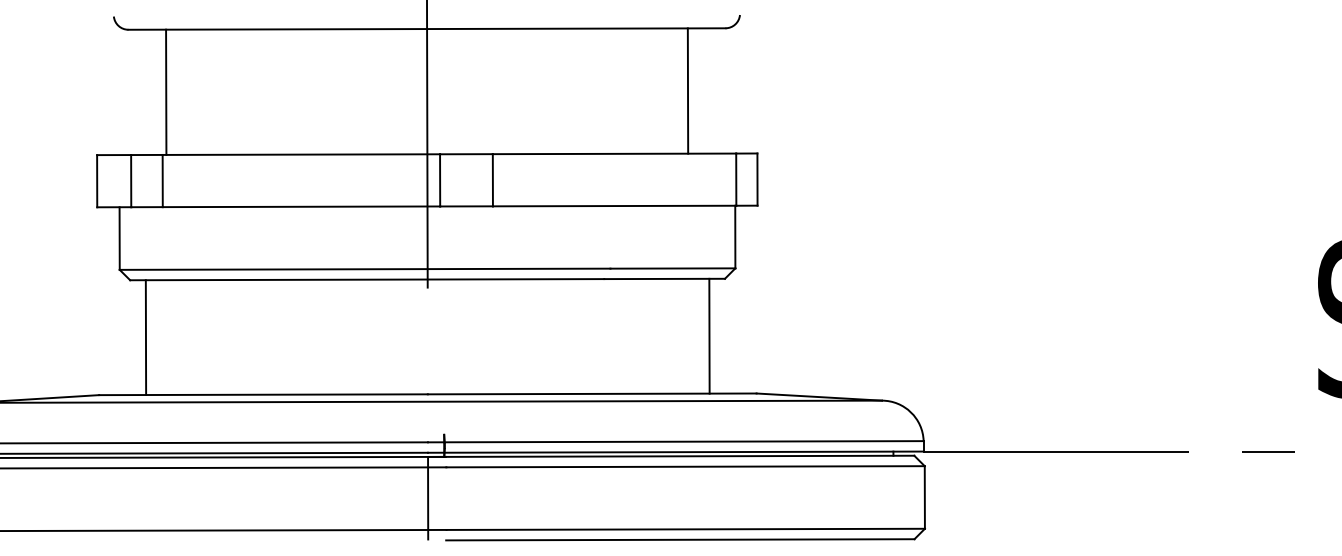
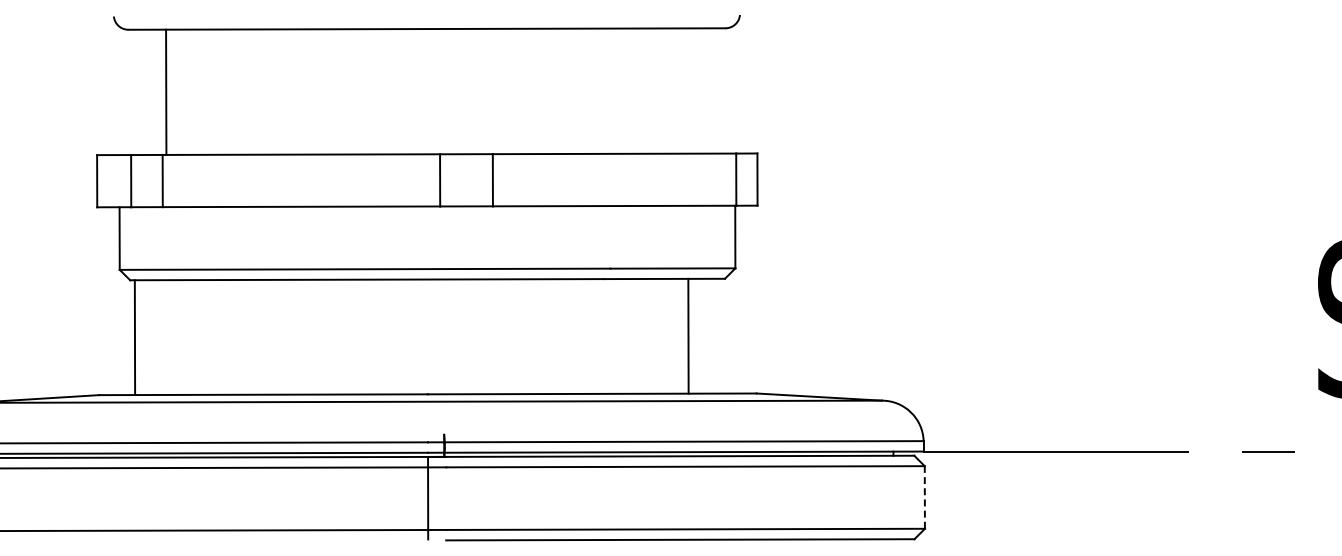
line at (687, 90): present -> none
line at (427, 145): present -> none
line at (709, 335) position: (709, 335) -> (688, 335)
line at (145, 337) position: (145, 337) -> (134, 337)
line at (924, 496): solid -> dashed
